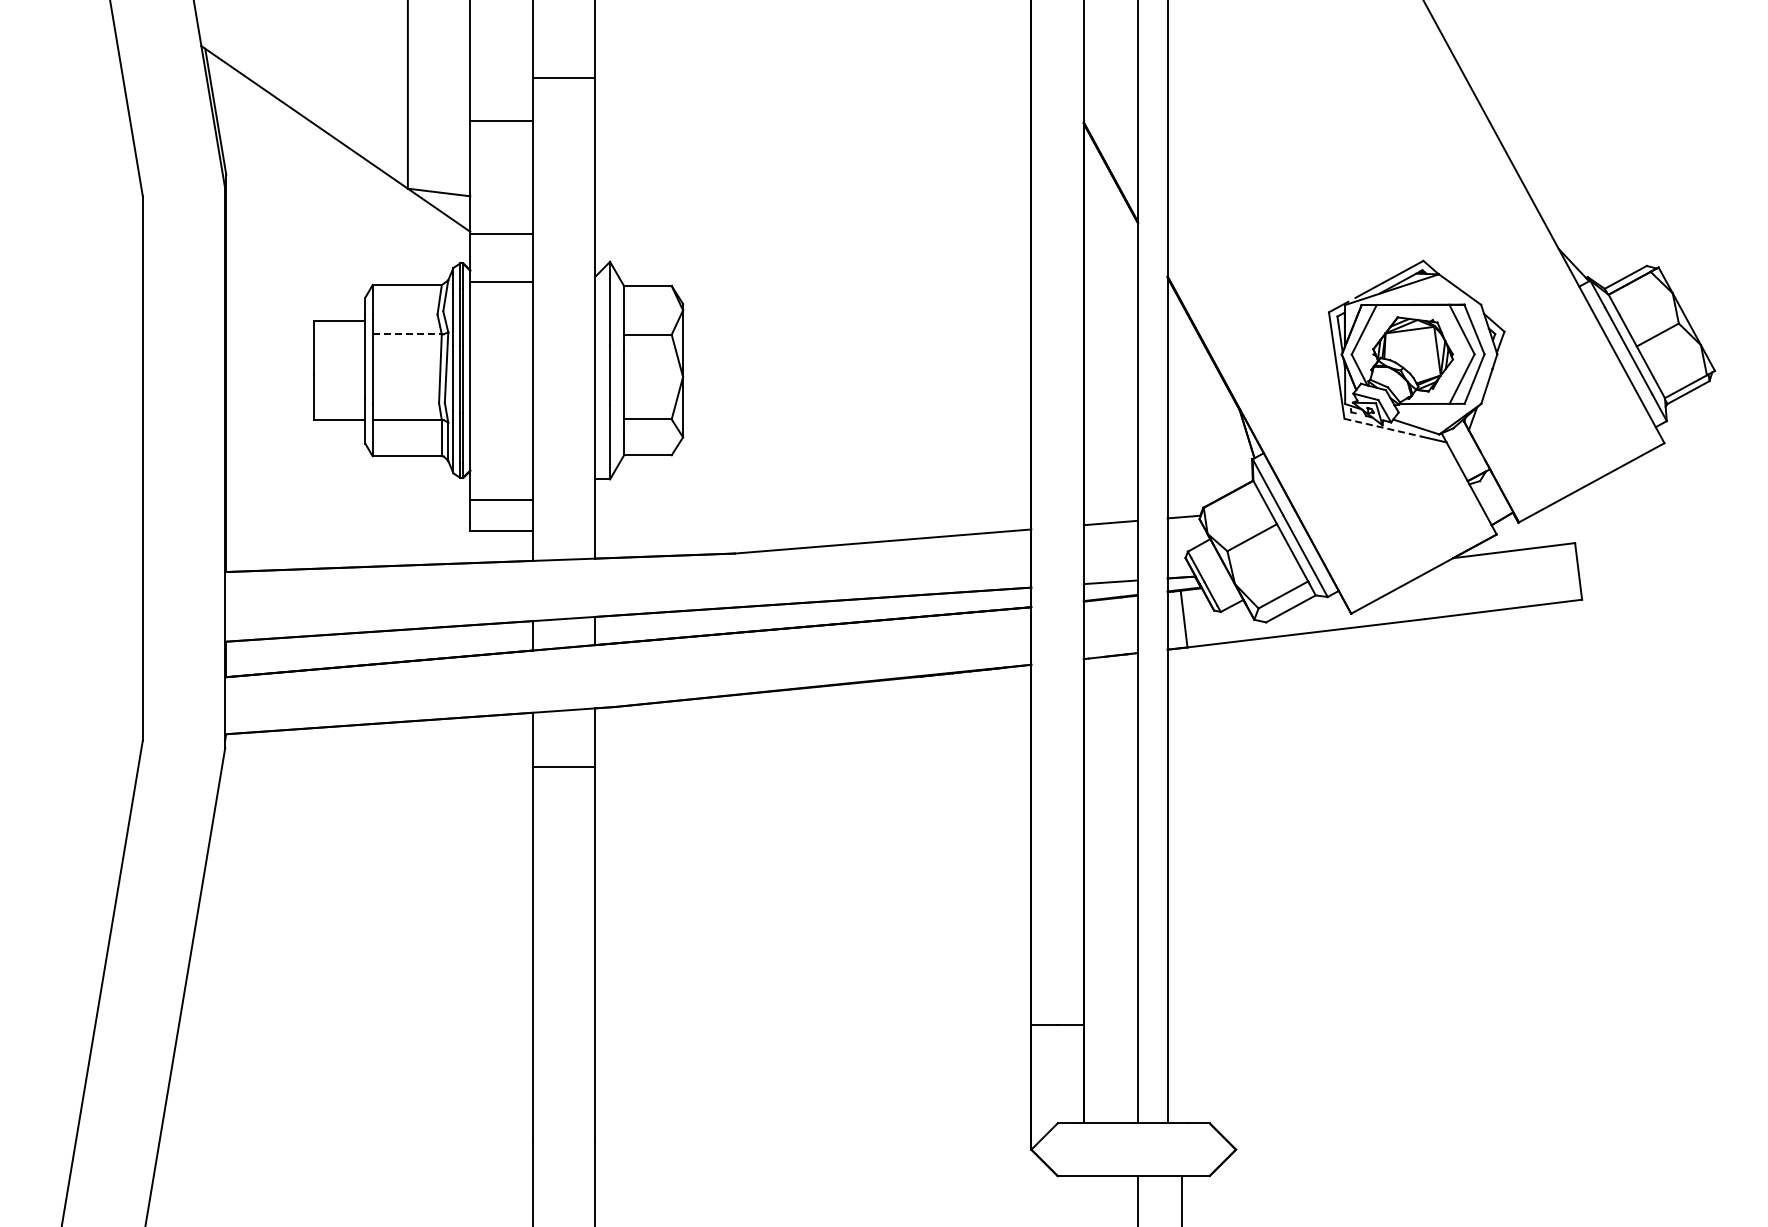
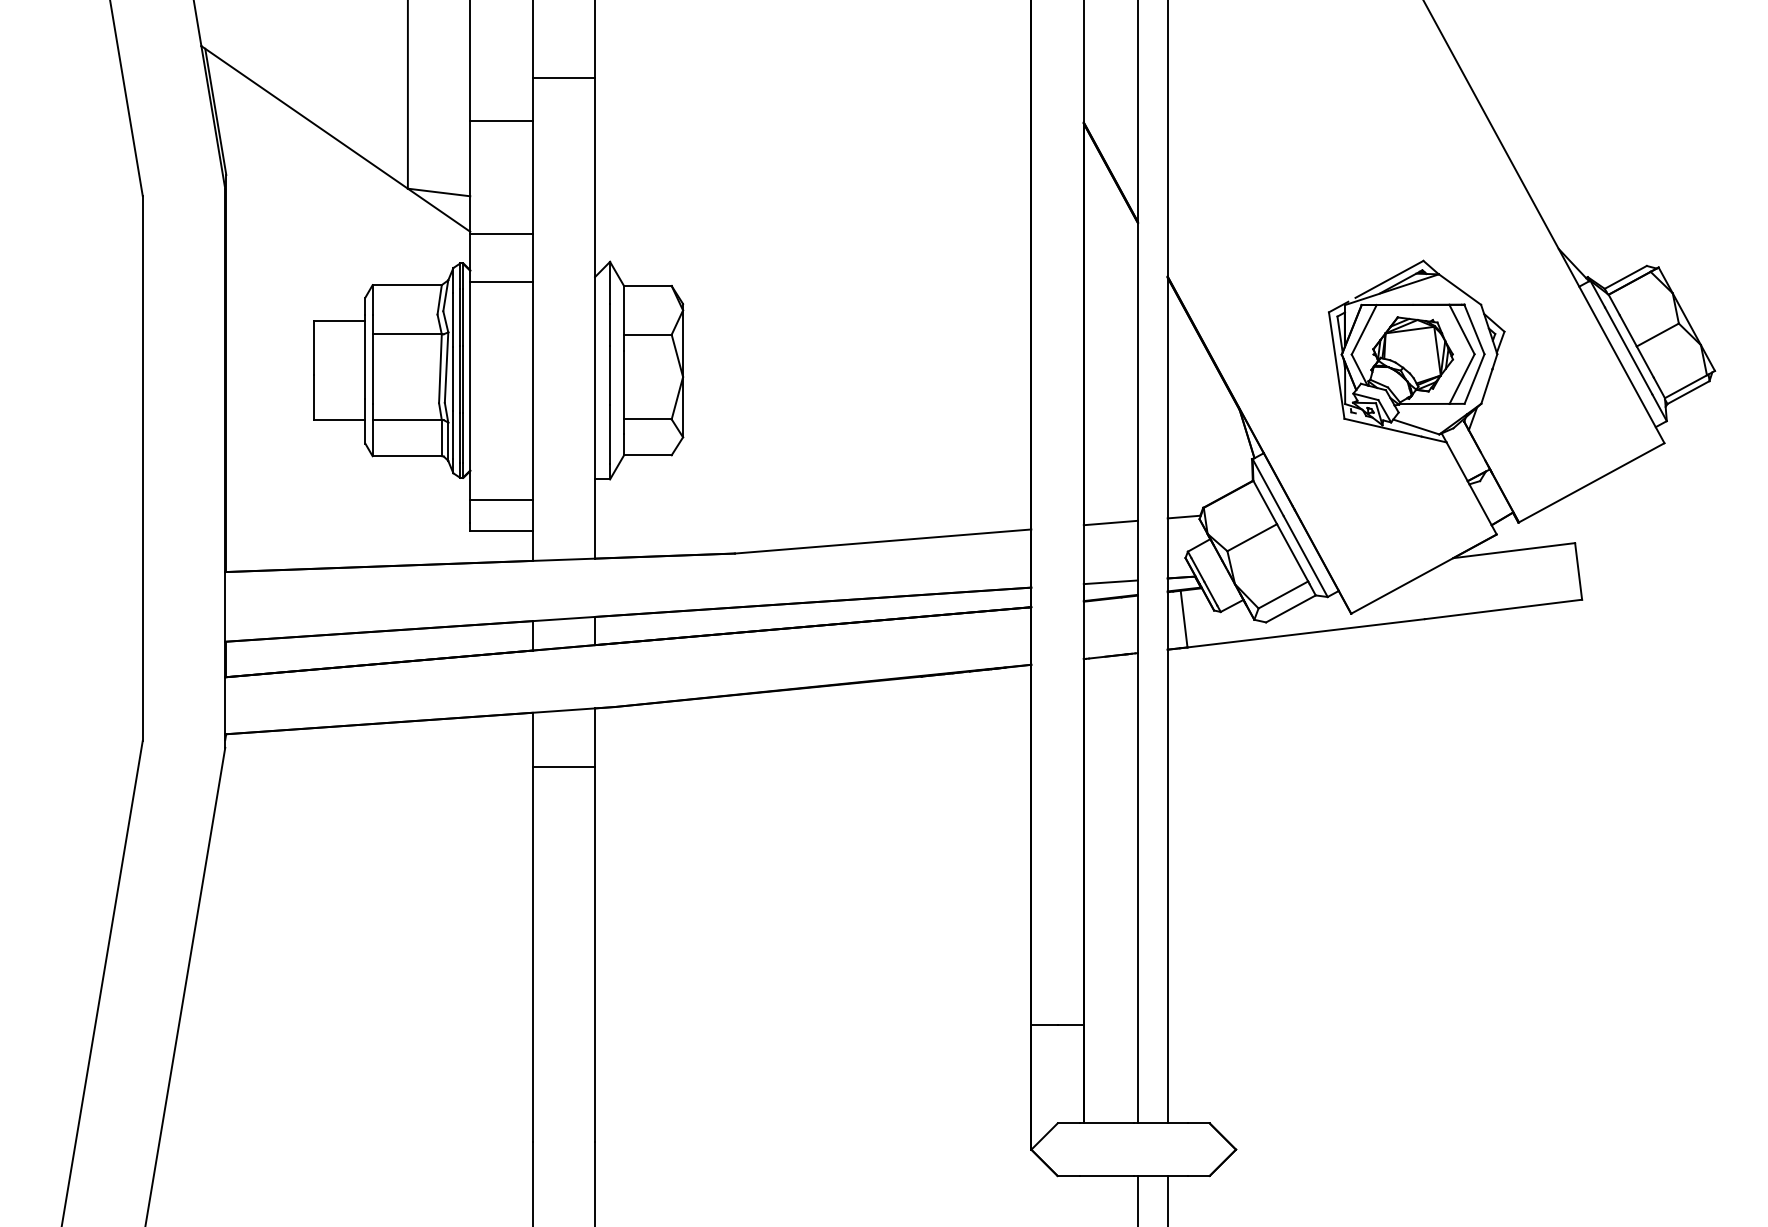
line at (407, 334): dashed -> solid
line at (1383, 427): dashed -> solid
line at (1181, 1199) position: (1181, 1199) -> (1167, 1199)
